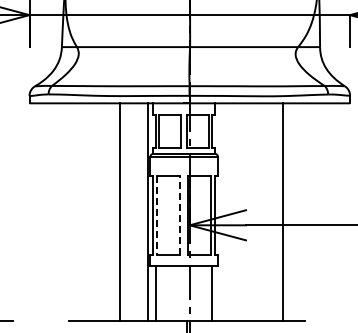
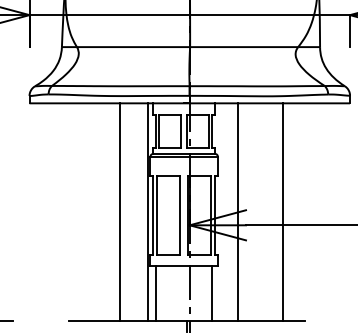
line at (237, 211): none -> present
line at (180, 215): dashed -> solid
line at (157, 216): dashed -> solid
